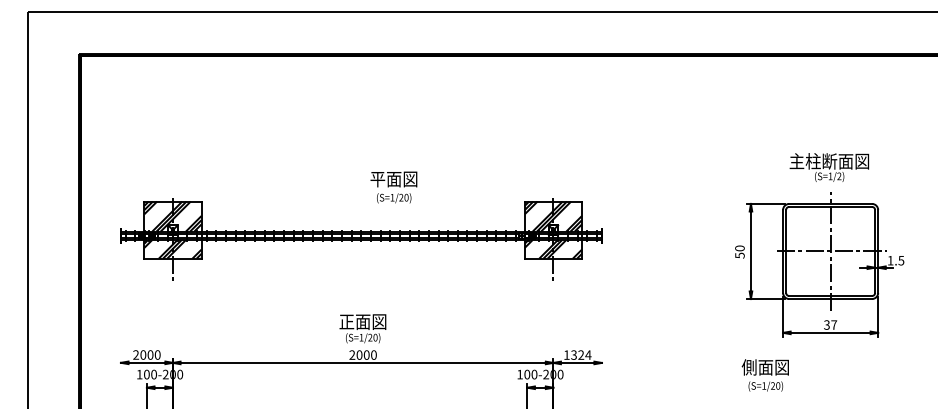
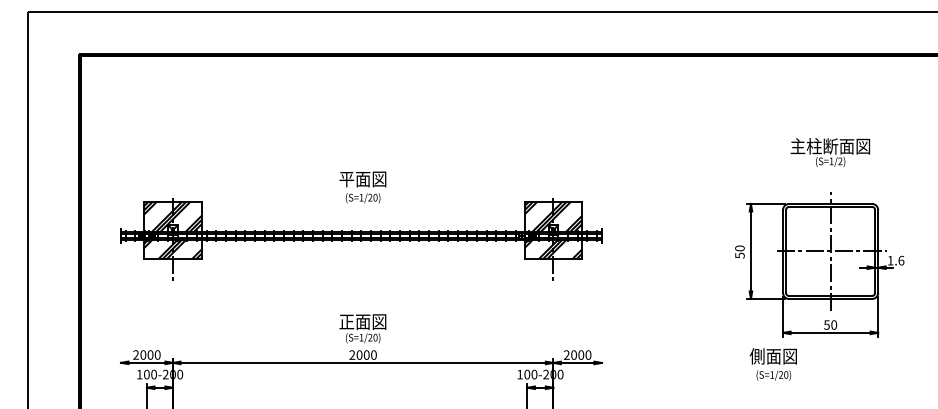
text at (829, 167) position: (829, 167) -> (830, 152)
text at (393, 187) position: (393, 187) -> (362, 187)
text at (901, 260): 1.5 -> 1.6
text at (830, 324): 37 -> 50
text at (577, 354): 1324 -> 2000
text at (764, 375) position: (764, 375) -> (772, 364)
